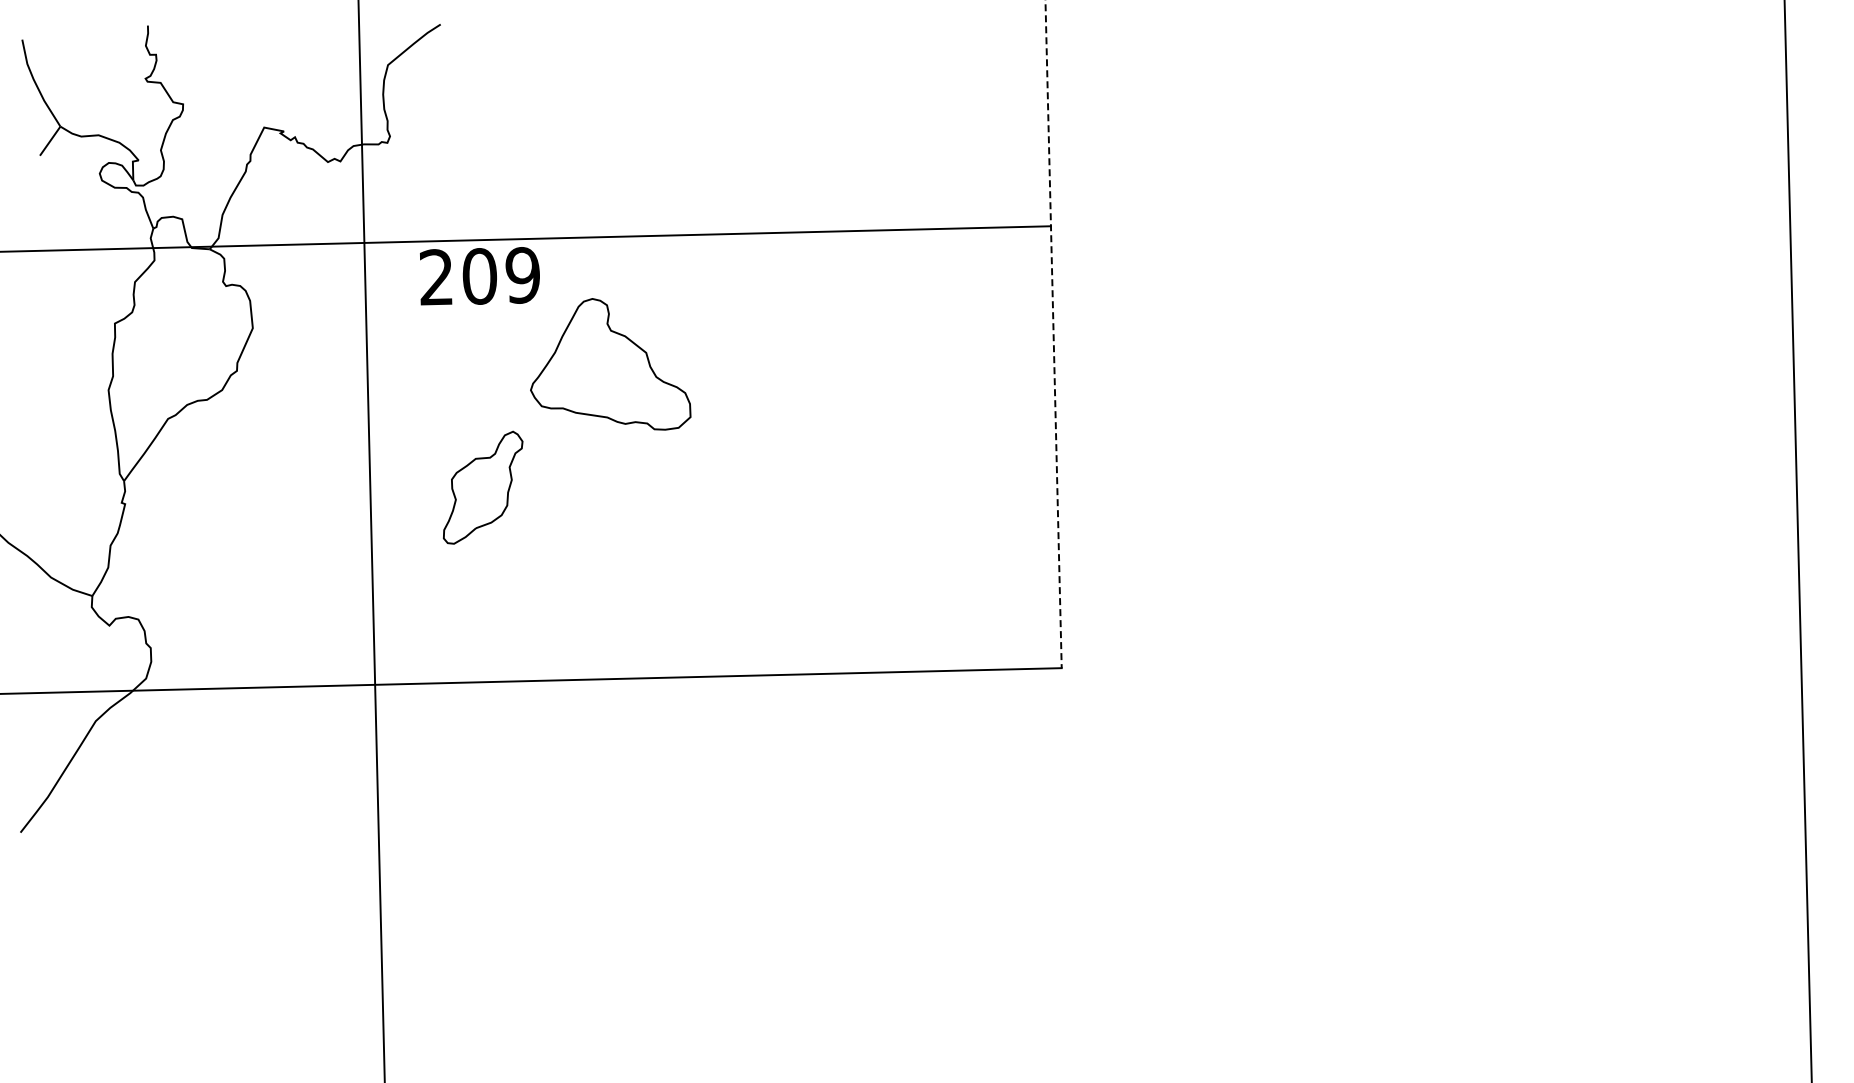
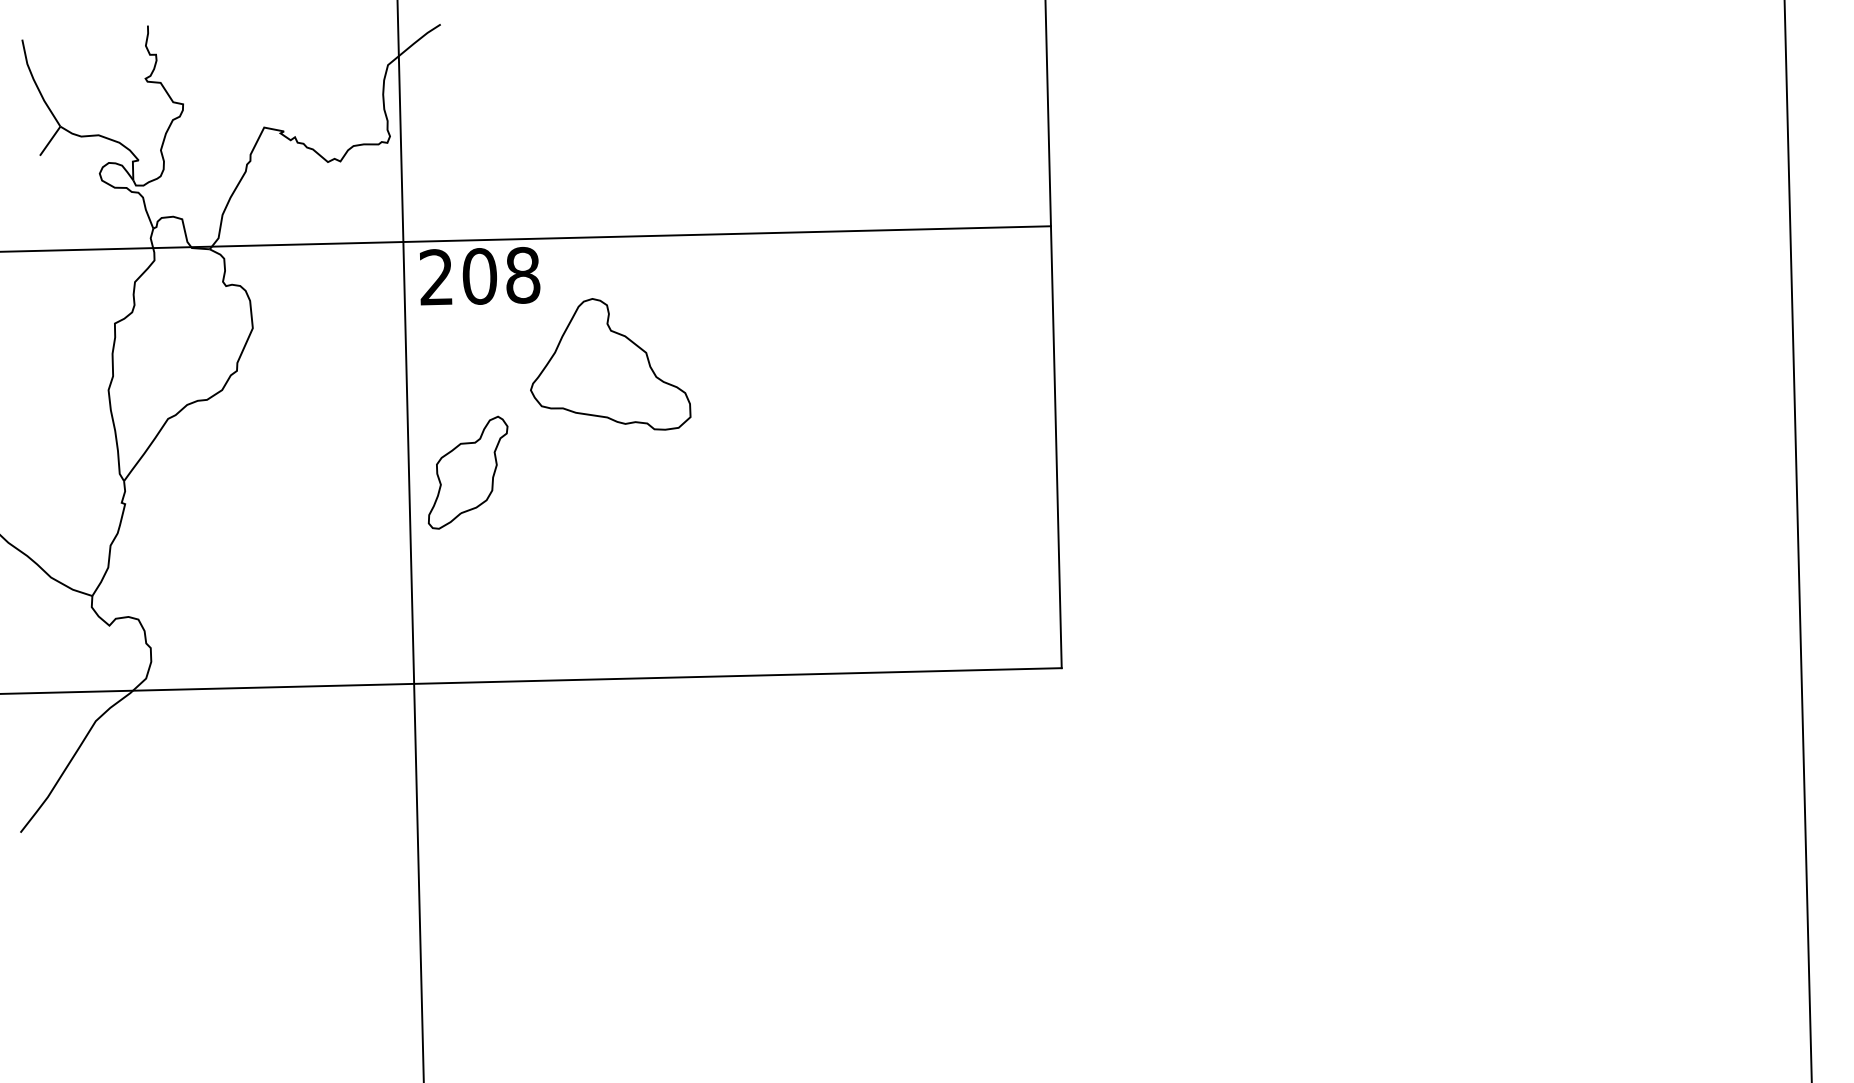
text at (522, 275): 209 -> 208
line at (1053, 334): dashed -> solid
part at (483, 487) position: (483, 487) -> (468, 472)
line at (371, 540) position: (371, 540) -> (410, 540)
